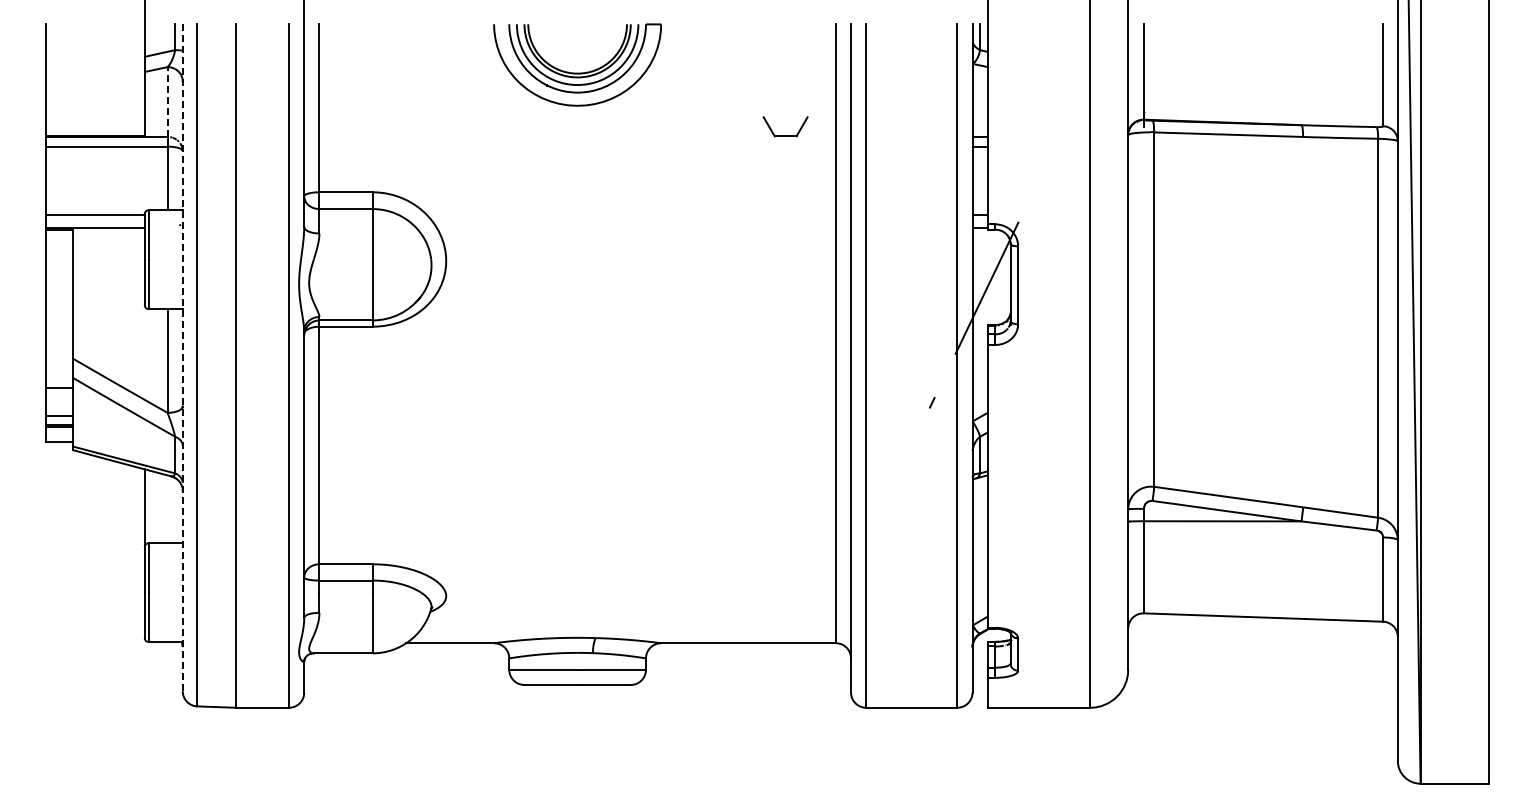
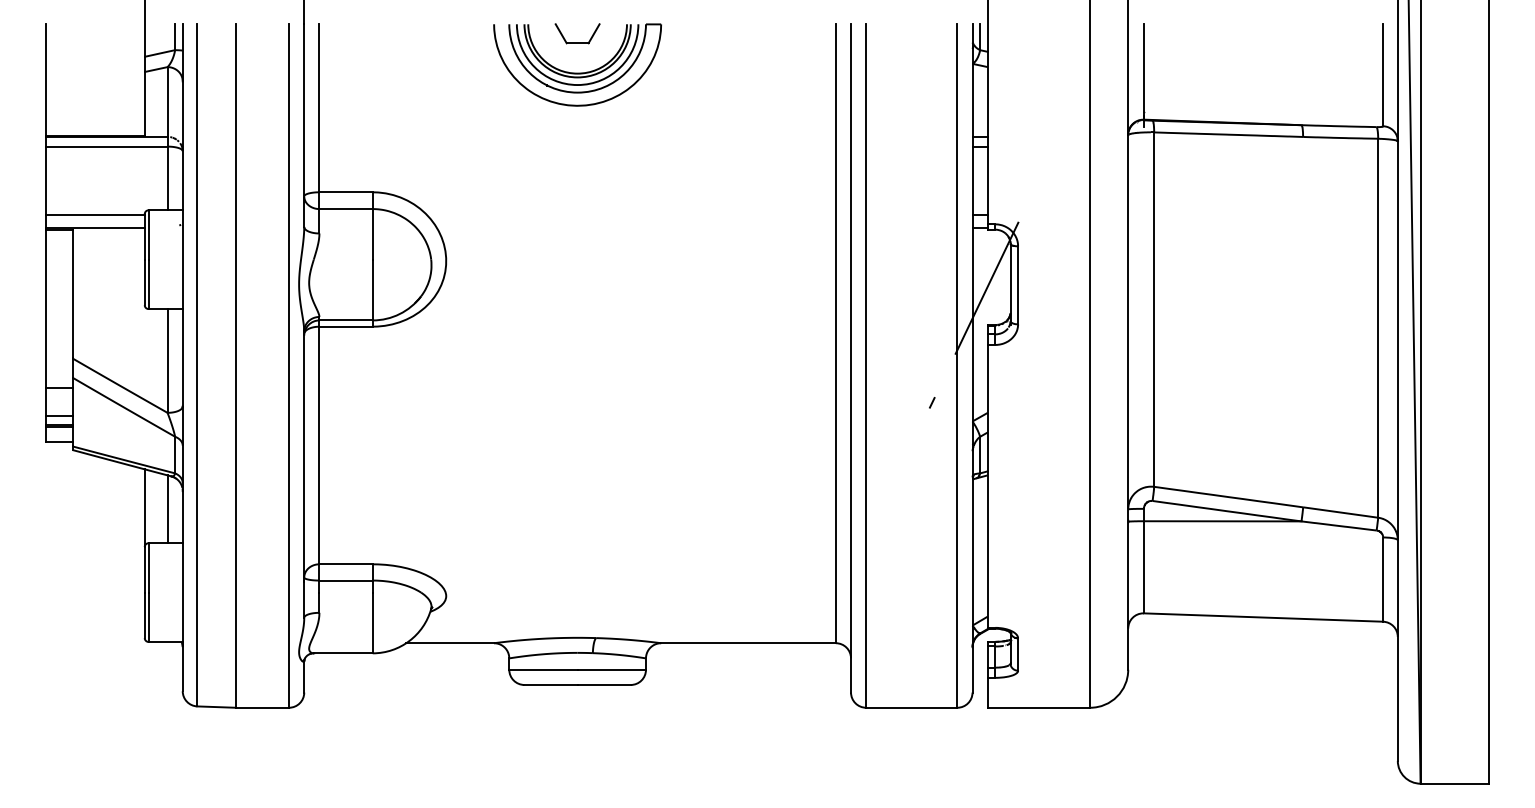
line at (167, 102): dashed -> solid
part at (785, 135) position: (785, 135) -> (577, 42)
line at (182, 358): dashed -> solid
line at (167, 509): none -> present
